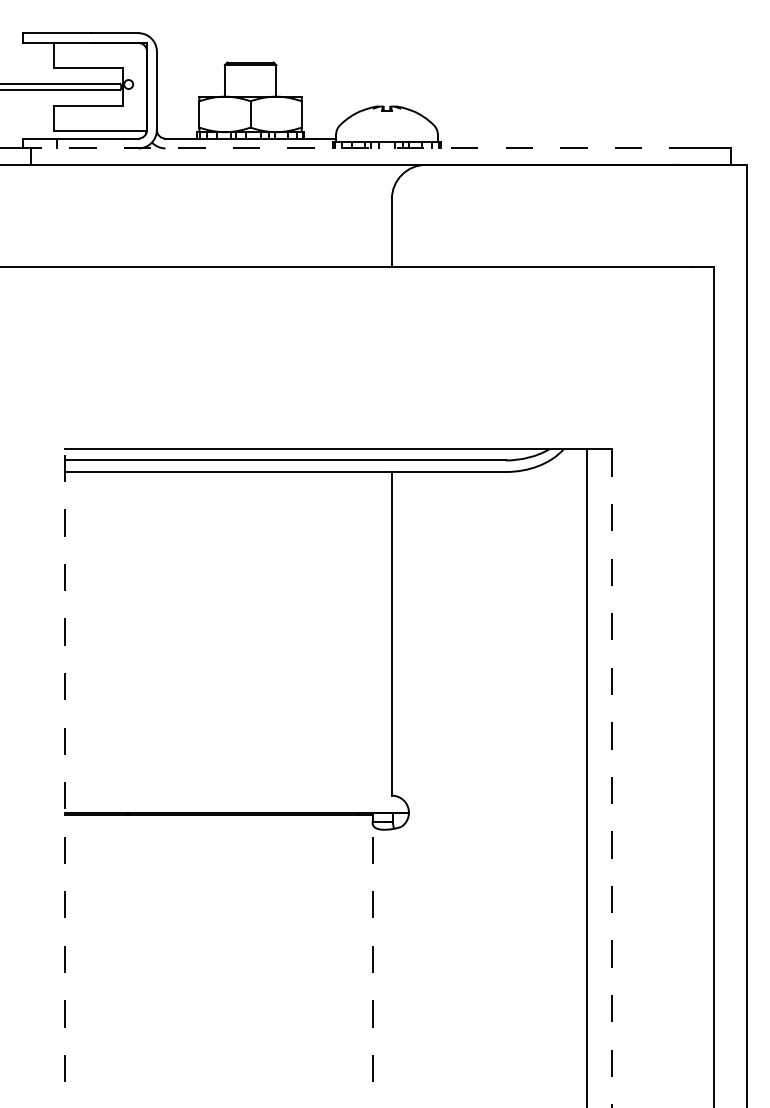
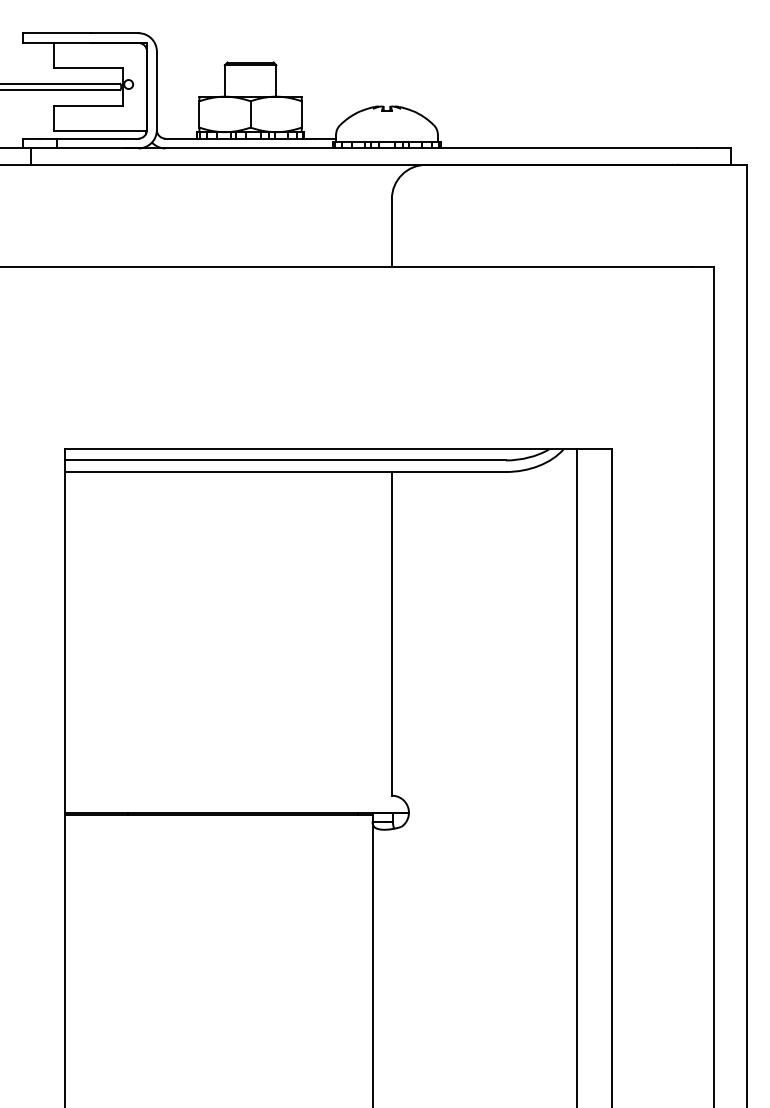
line at (363, 148): dashed -> solid
line at (587, 776) position: (587, 776) -> (577, 776)
line at (65, 778): dashed -> solid
line at (612, 778): dashed -> solid
line at (372, 964): dashed -> solid
